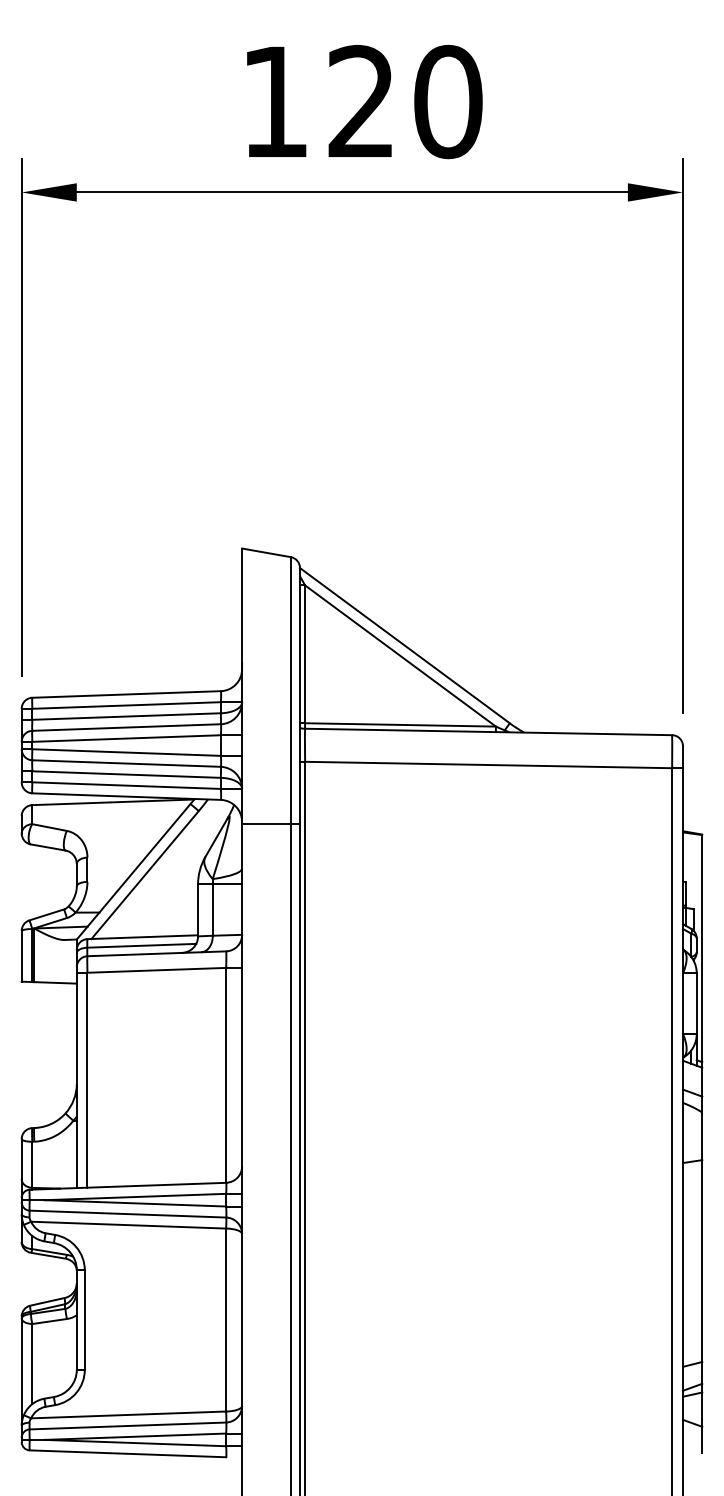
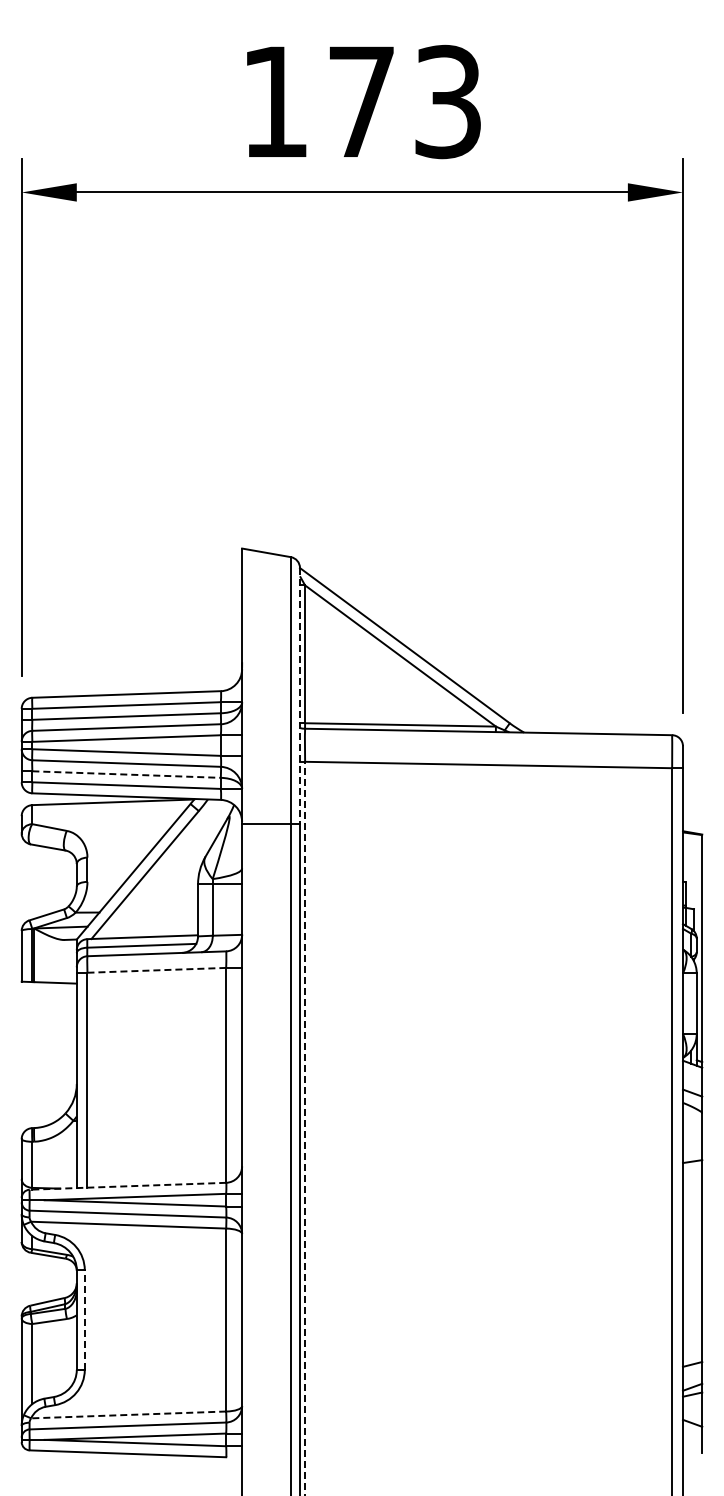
text at (405, 101): 120 -> 173
line at (299, 696): solid -> dashed
line at (127, 774): solid -> dashed
line at (157, 970): solid -> dashed
line at (305, 1128): solid -> dashed
line at (127, 1186): solid -> dashed
line at (84, 1320): solid -> dashed
line at (128, 1414): solid -> dashed
